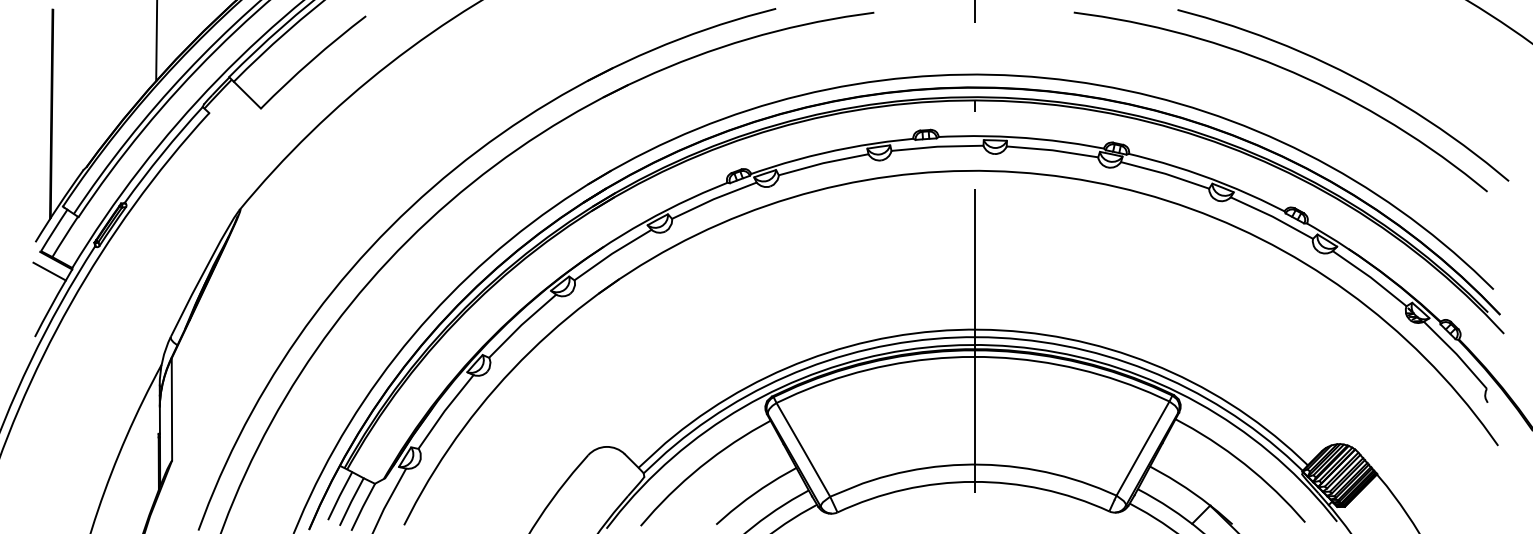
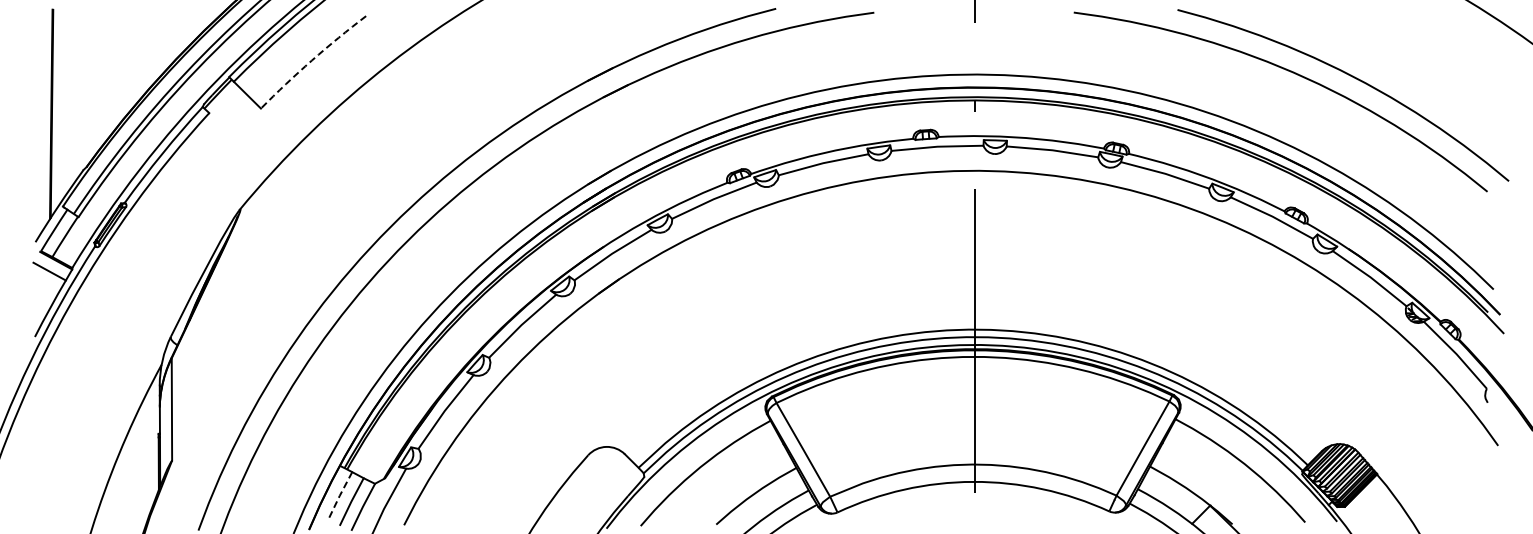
line at (156, 41): present -> none
arc at (311, 60): solid -> dashed
line at (339, 495): solid -> dashed
